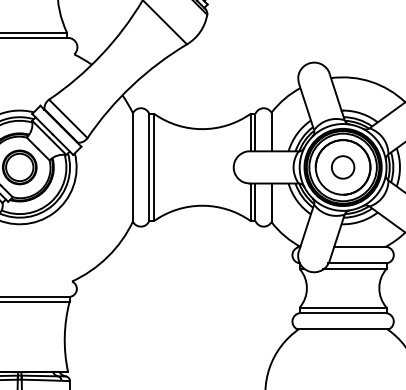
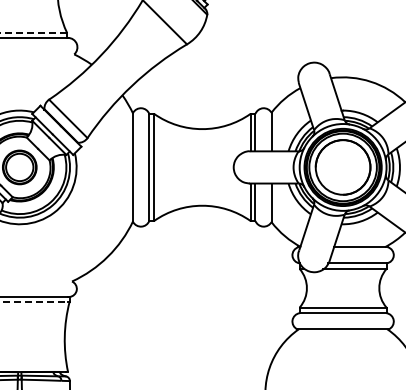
line at (34, 33): solid -> dashed
circle at (343, 167): present -> none
line at (34, 301): solid -> dashed
